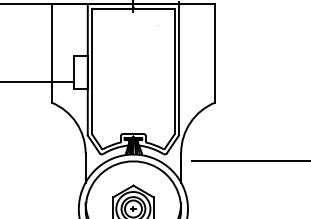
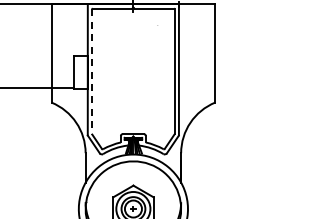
line at (92, 72): solid -> dashed
line at (38, 82) position: (38, 82) -> (38, 88)
line at (248, 161): present -> none
